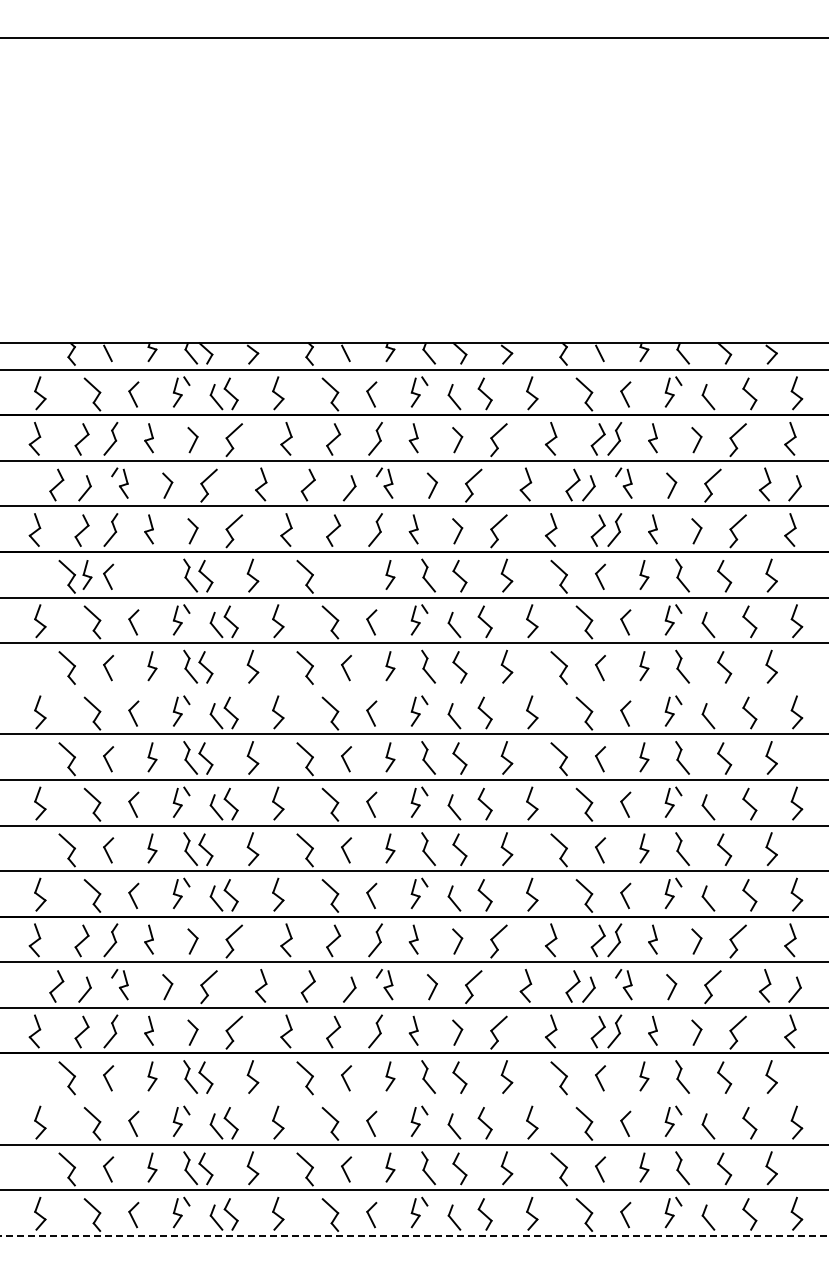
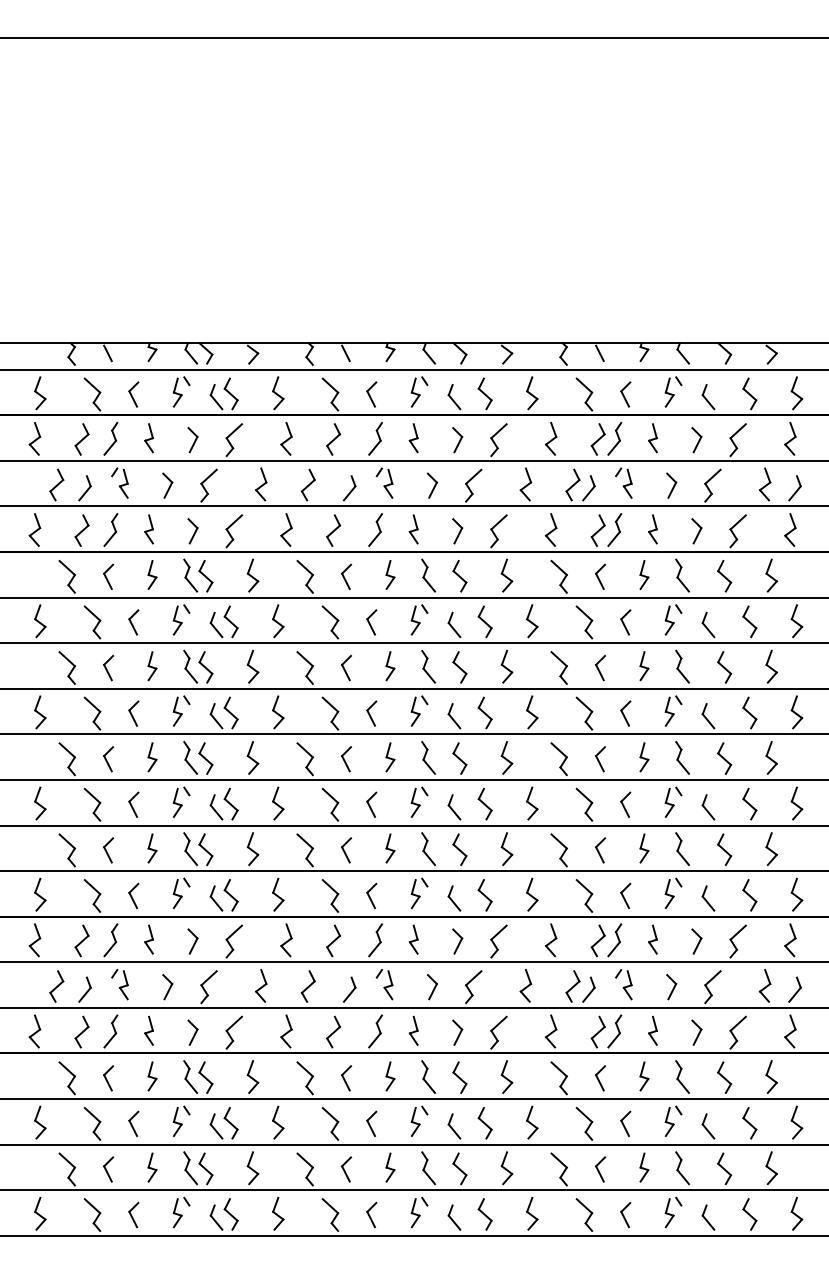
part at (87, 574) position: (87, 574) -> (152, 574)
part at (346, 576): none -> present
line at (413, 688): none -> present
line at (413, 1099): none -> present
line at (414, 1235): dashed -> solid
